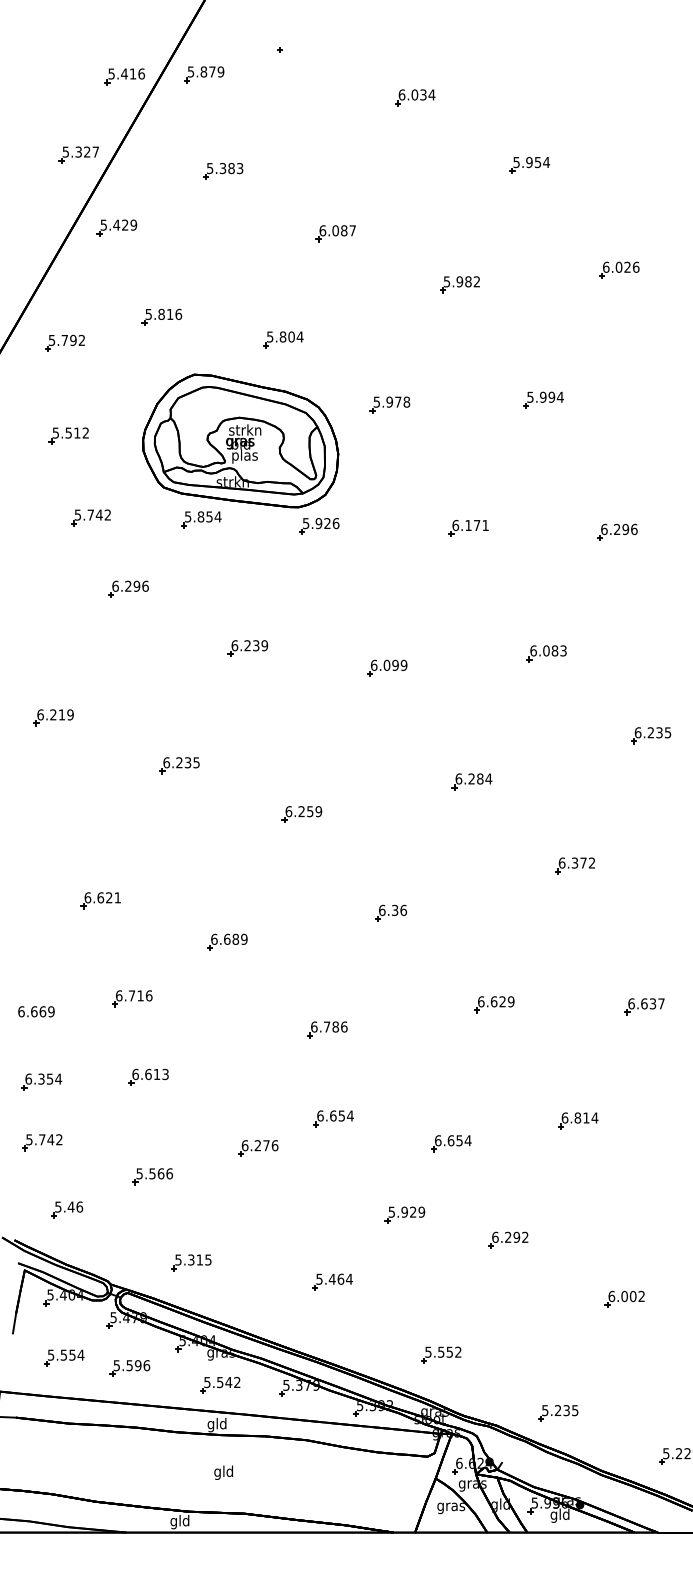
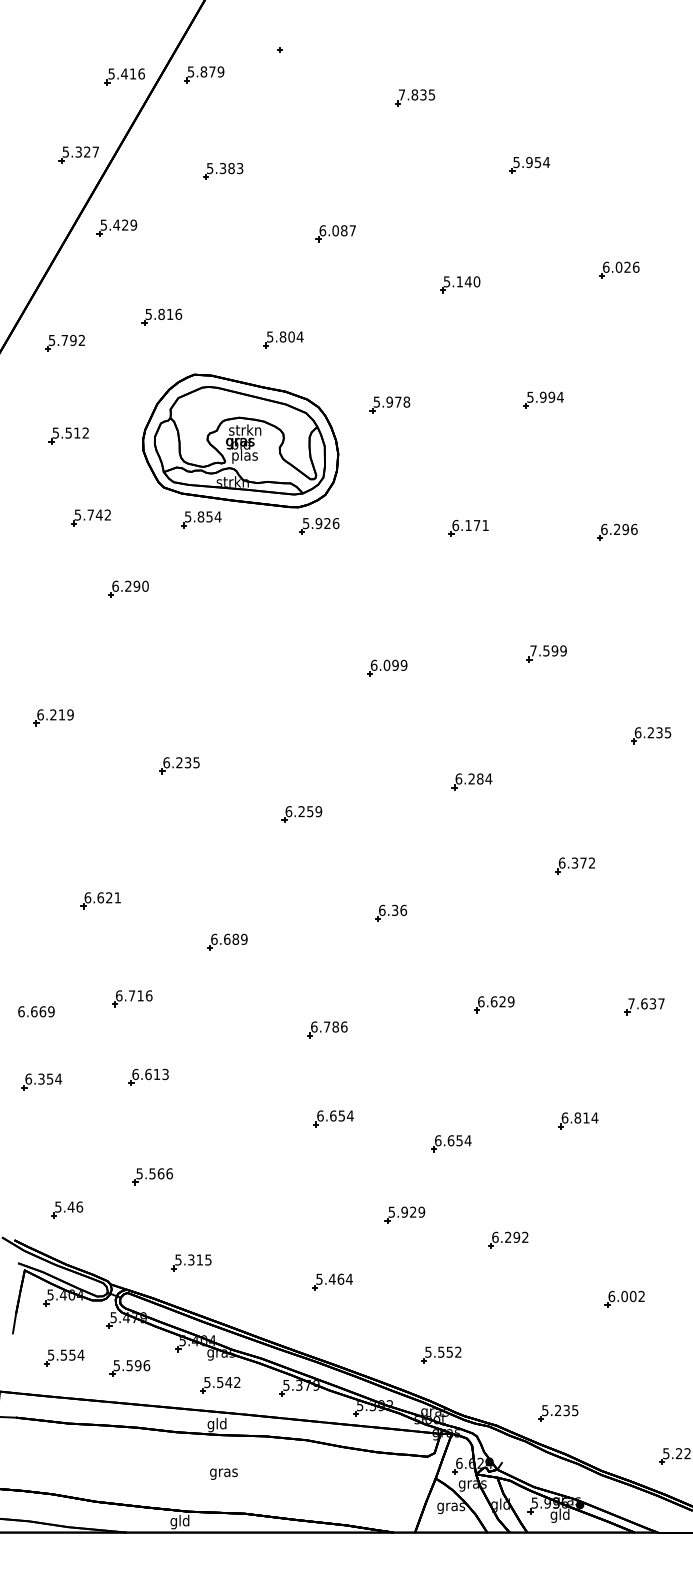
text at (416, 94): 6.034 -> 7.835
text at (468, 281): 5.982 -> 5.140
text at (145, 585): 6.296 -> 6.290
part at (247, 648): present -> none
text at (548, 650): 6.083 -> 7.599
text at (631, 1003): 6.637 -> 7.637
part at (42, 1142): present -> none
part at (258, 1148): present -> none
text at (223, 1472): gld -> gras
